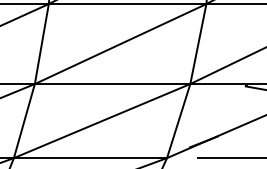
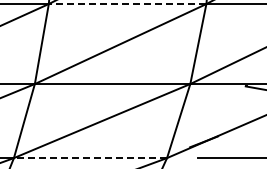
line at (127, 4): solid -> dashed
line at (90, 158): solid -> dashed
